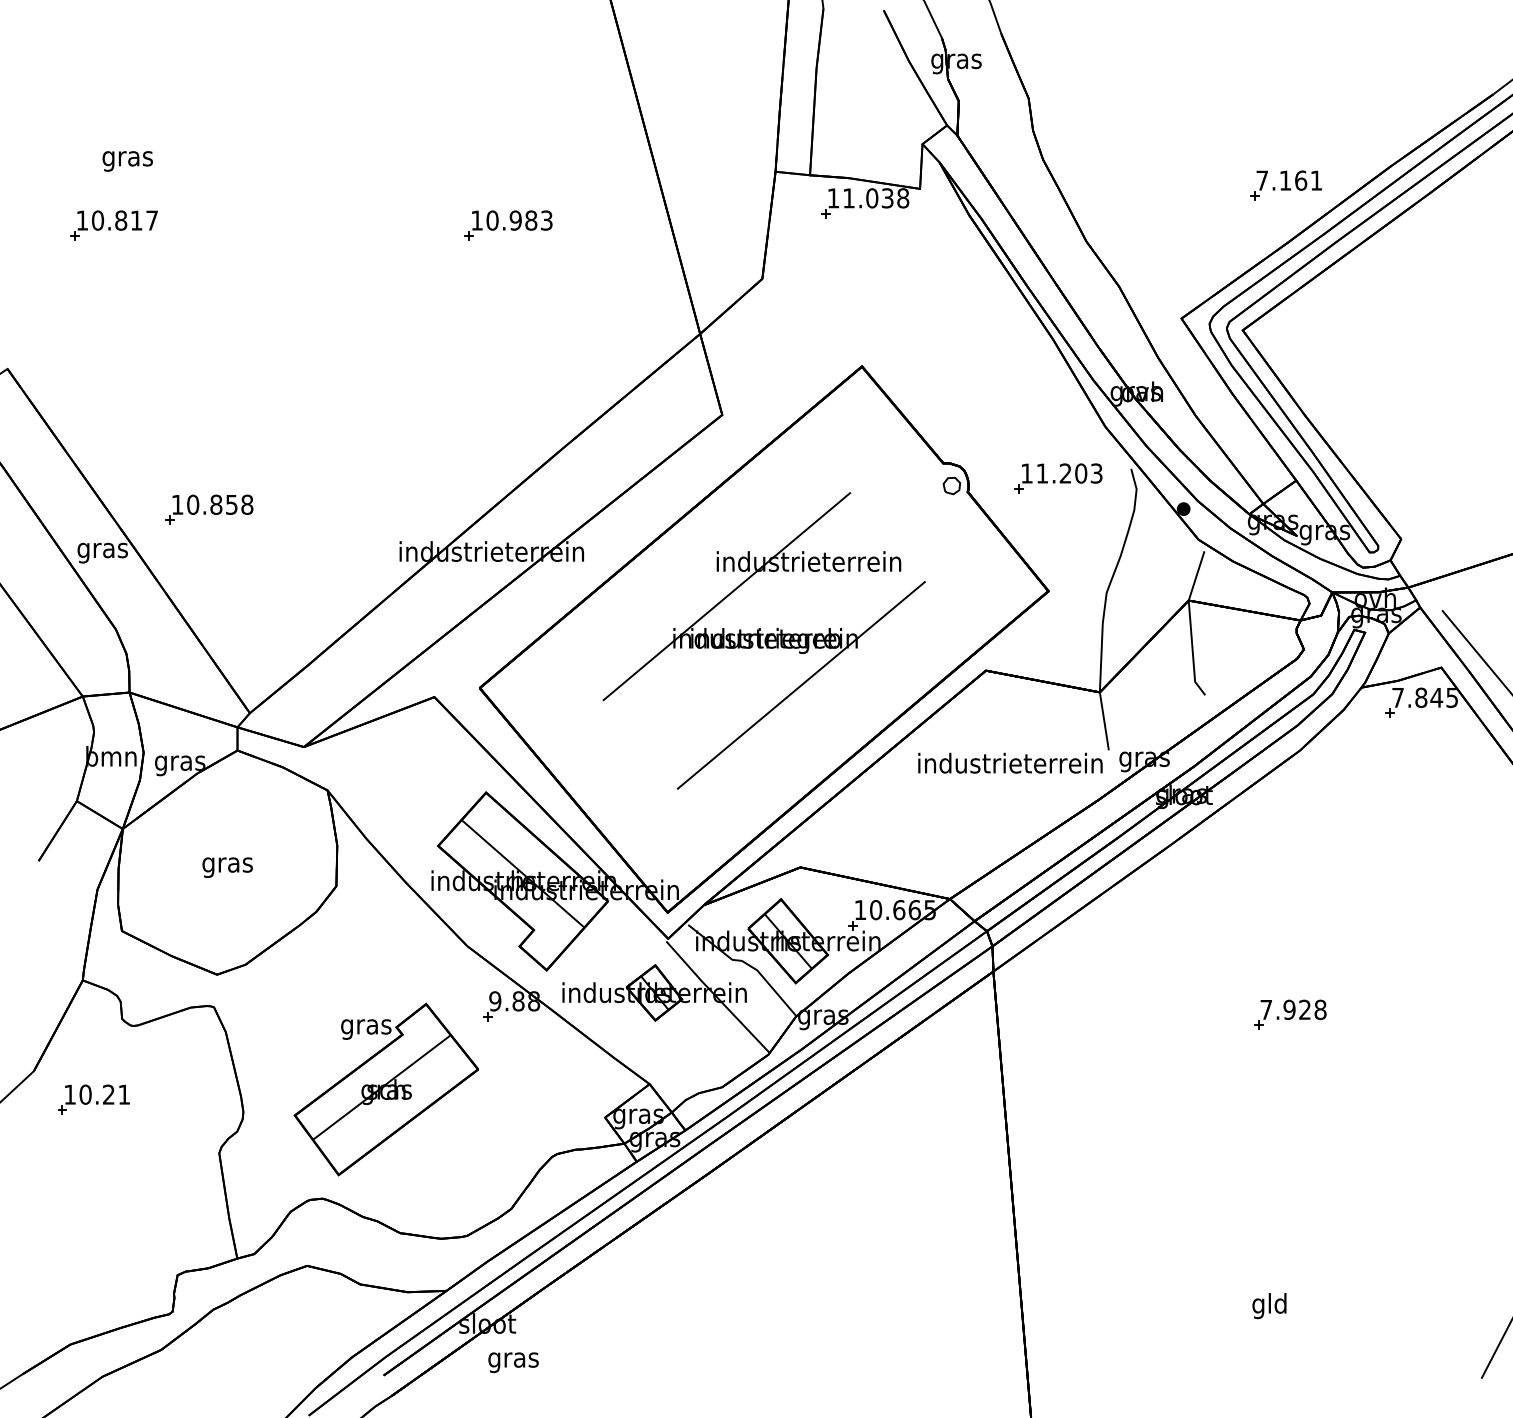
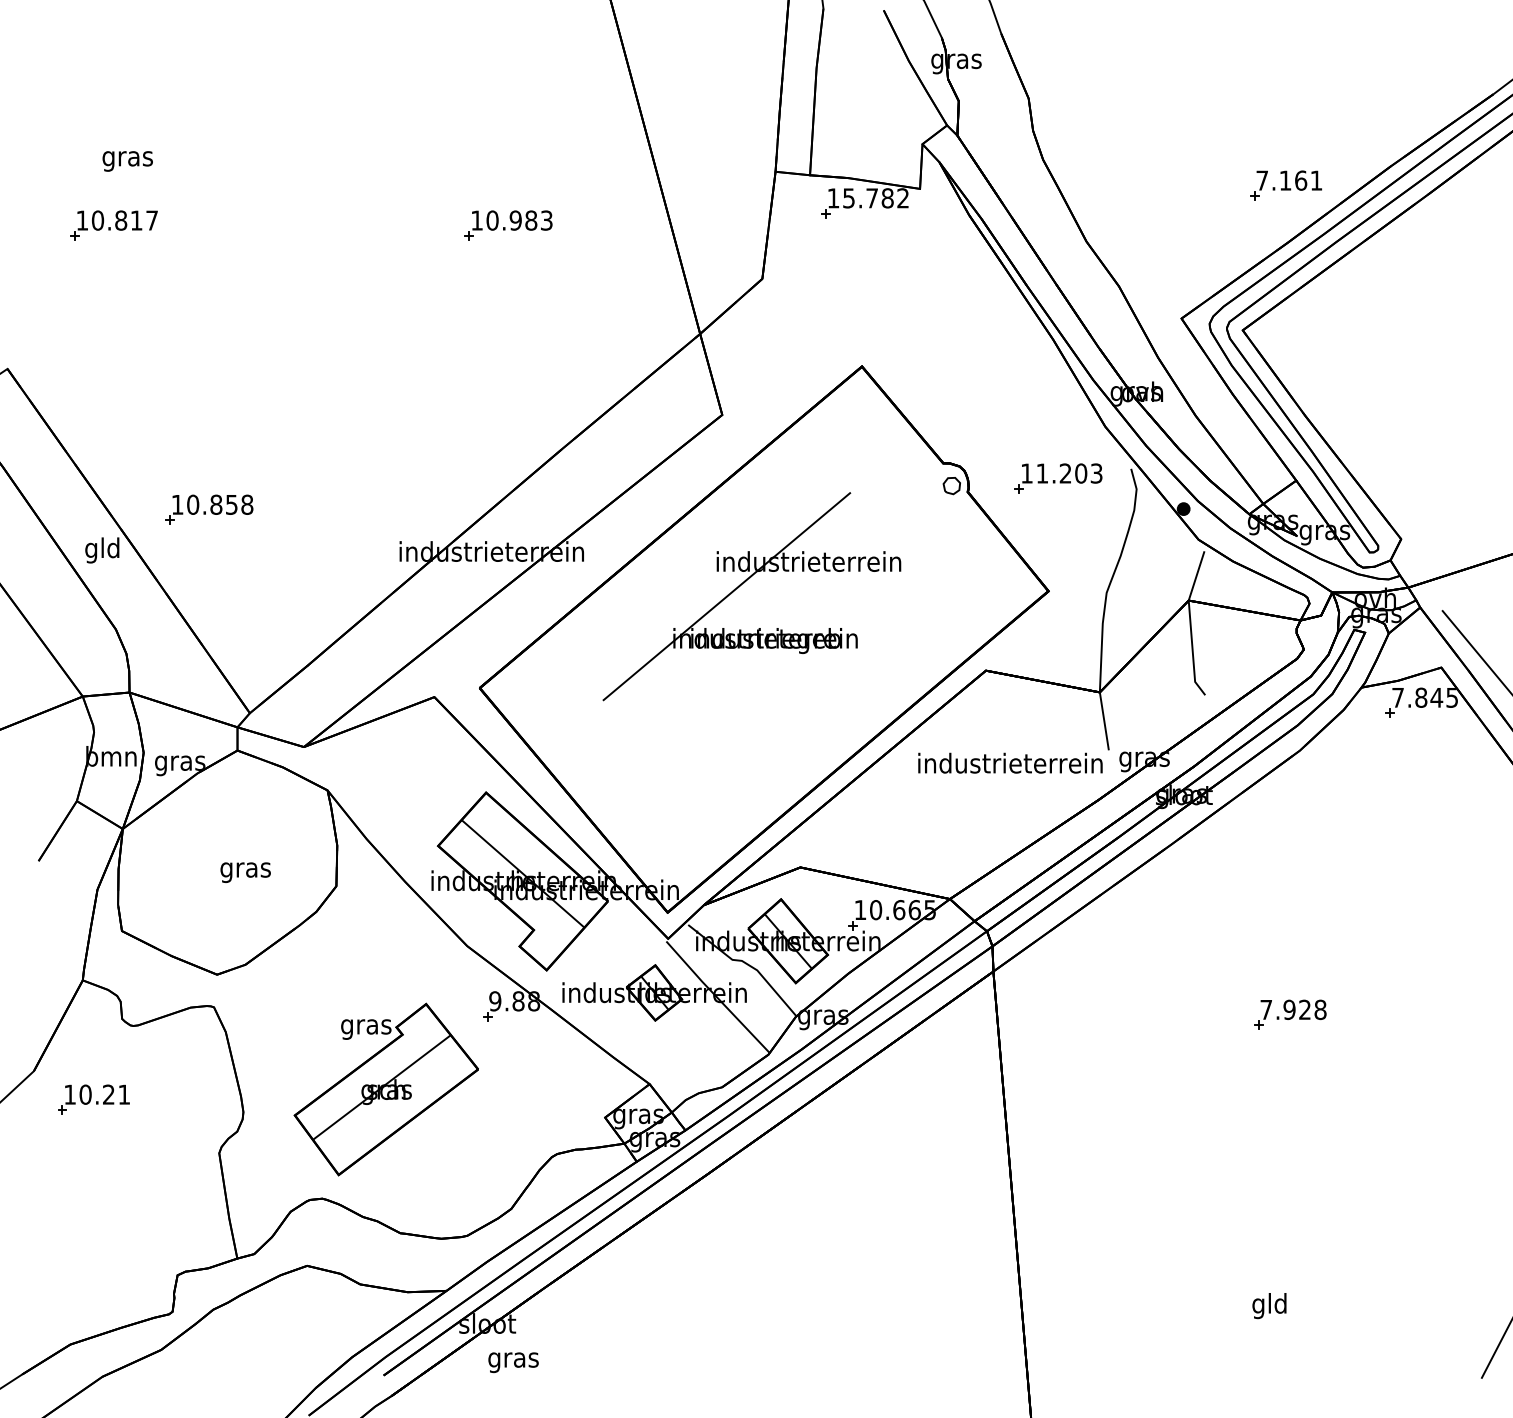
text at (876, 198): 11.038 -> 15.782
text at (102, 550): gras -> gld
line at (800, 685): present -> none
text at (227, 867) position: (227, 867) -> (245, 872)
